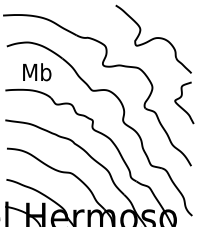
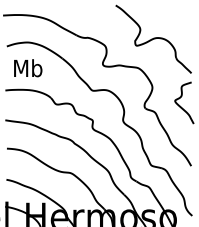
text at (37, 72) position: (37, 72) -> (28, 68)
